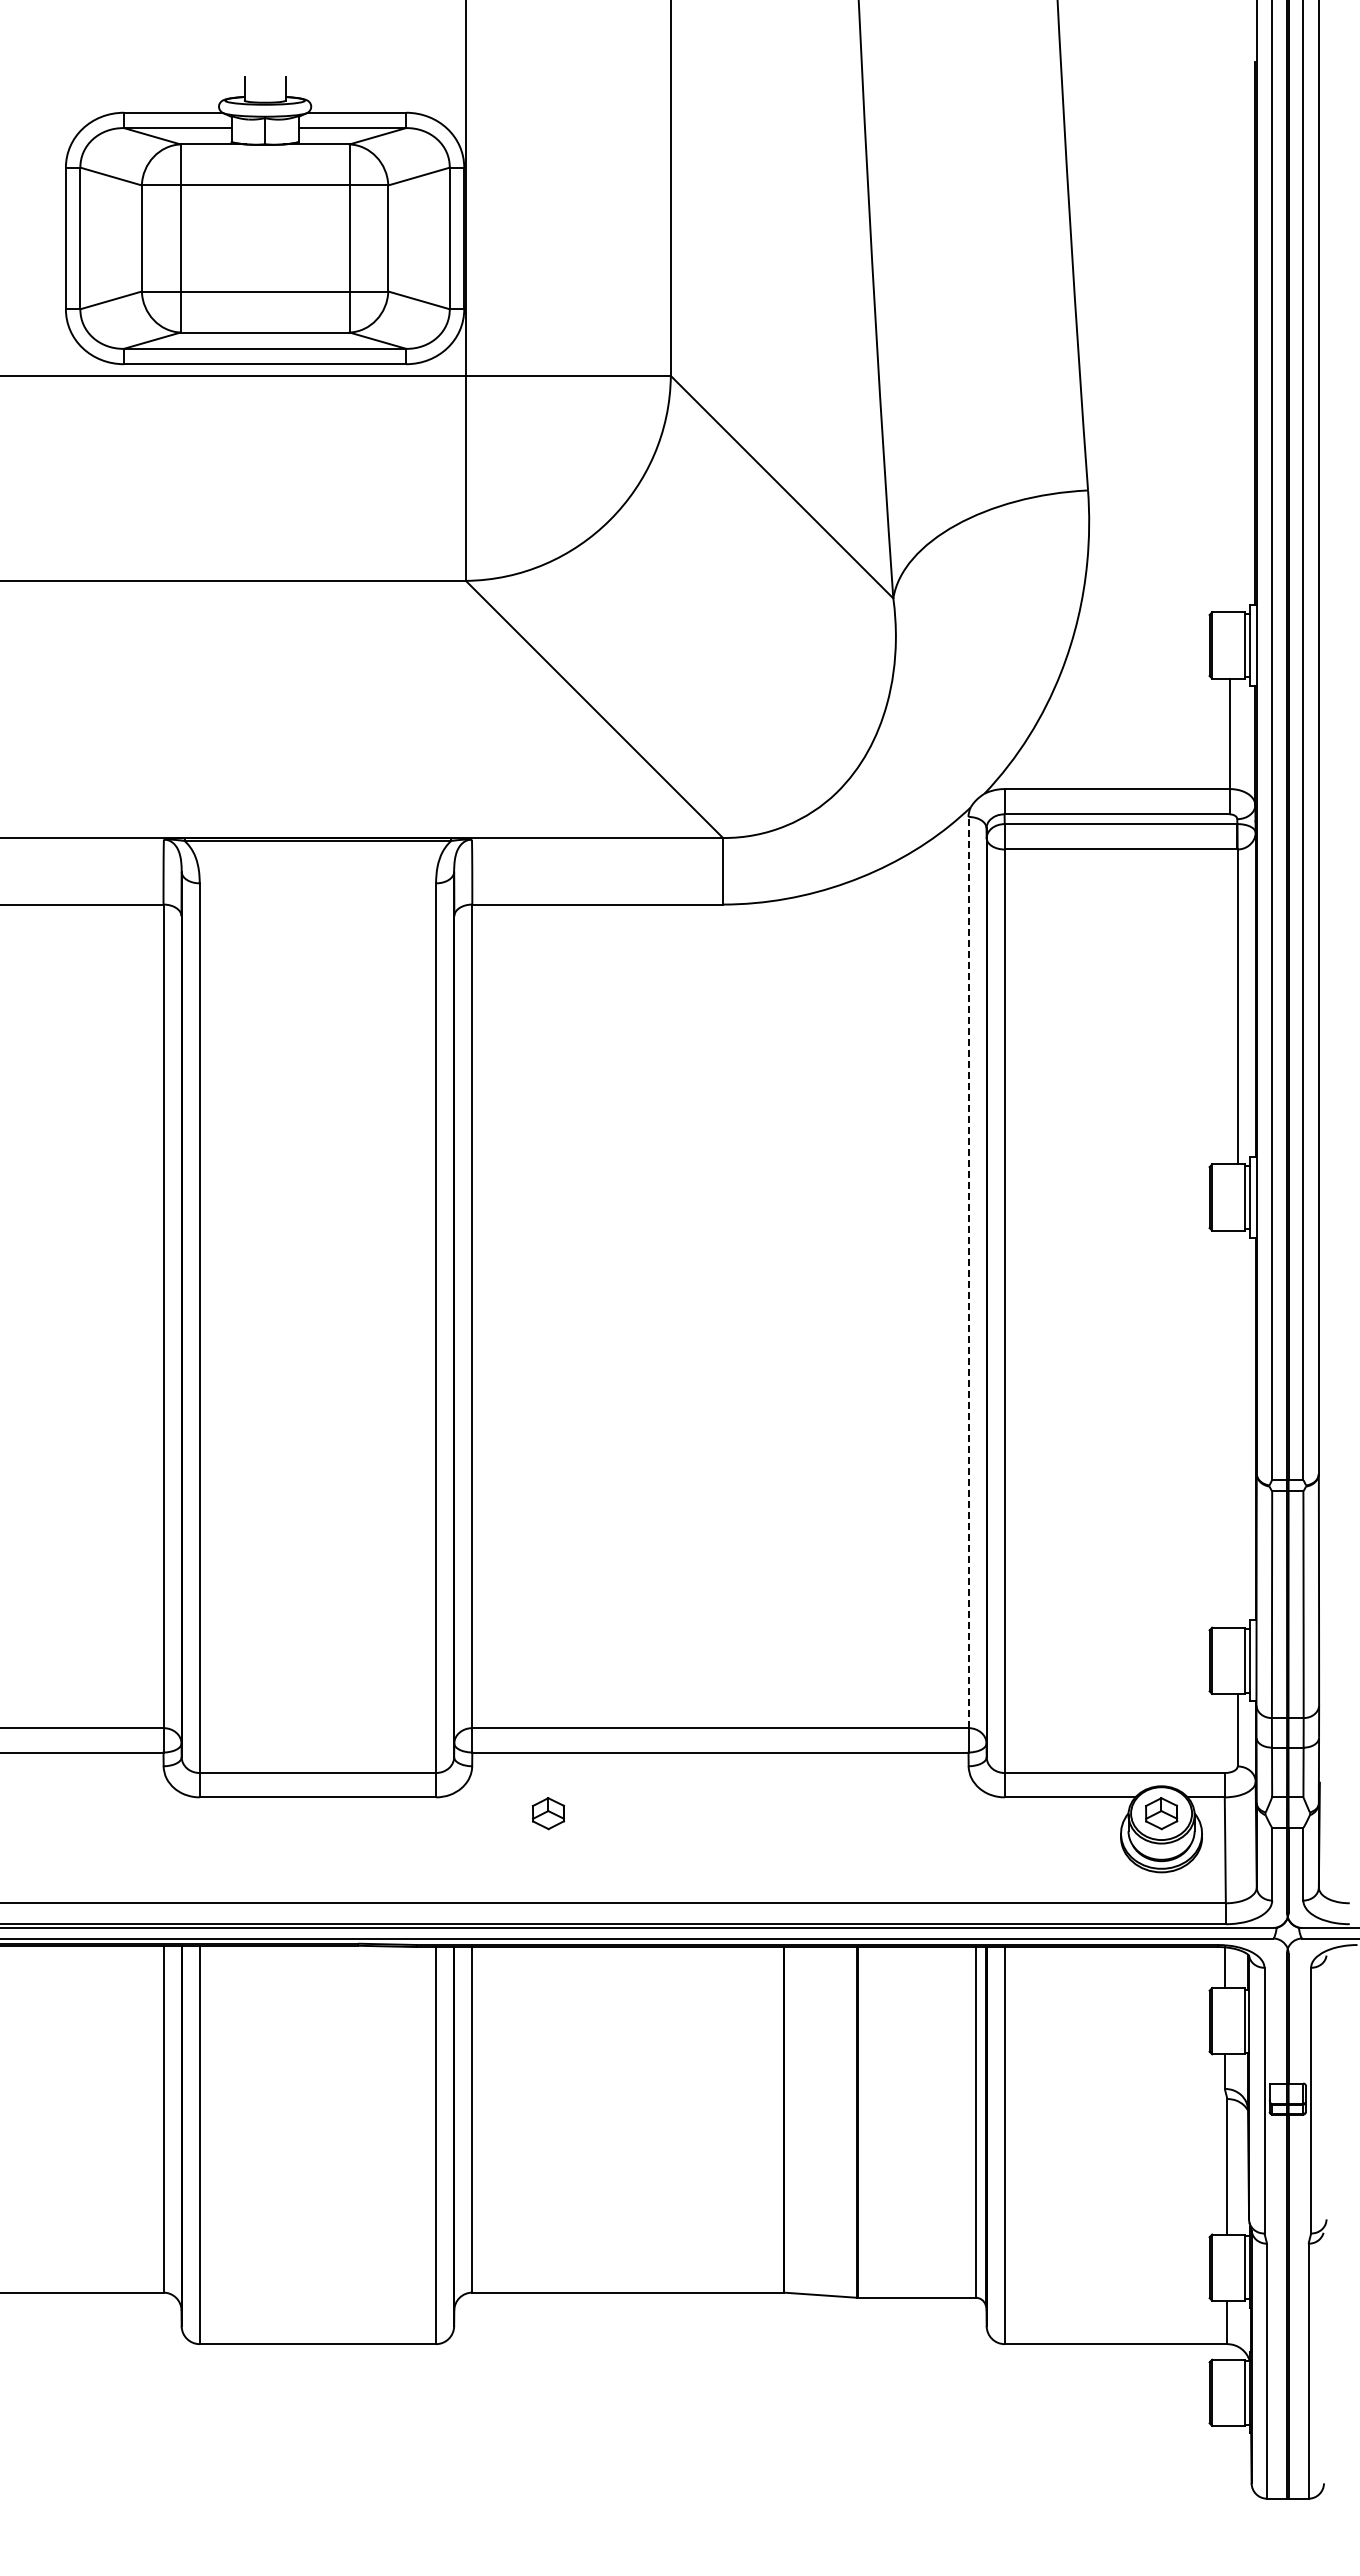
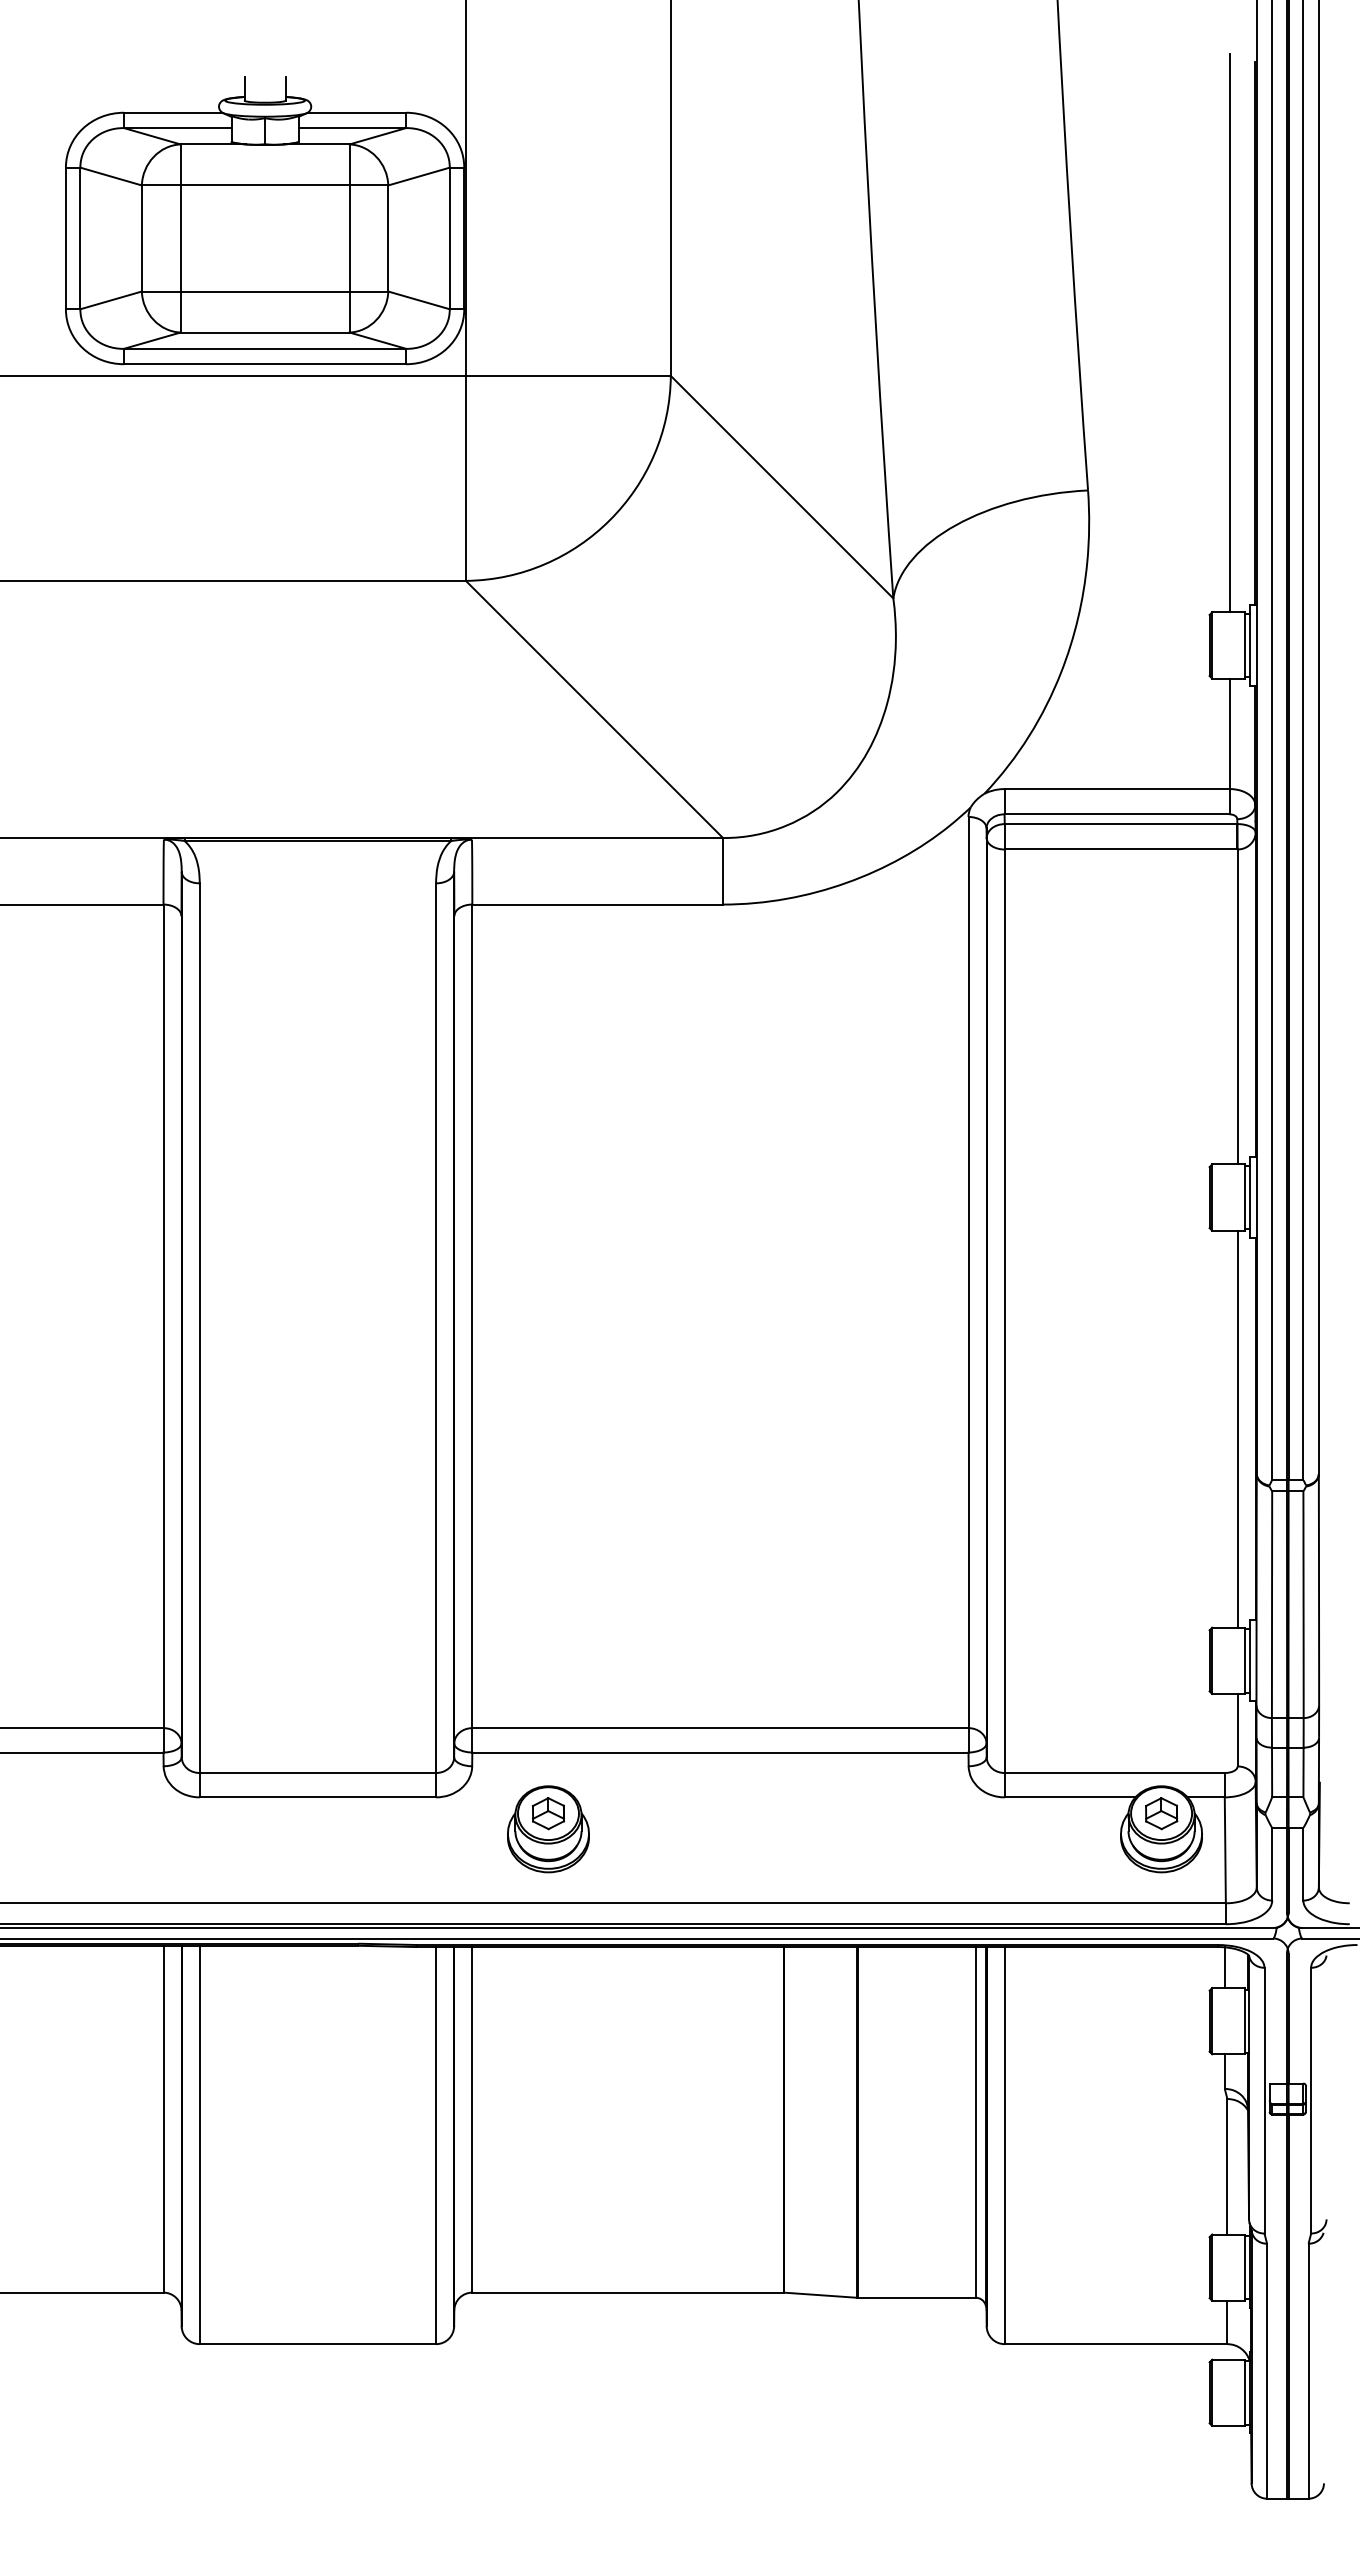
line at (1229, 333): none -> present
line at (968, 1272): dashed -> solid
line at (1237, 1428): none -> present
part at (548, 1829): none -> present
